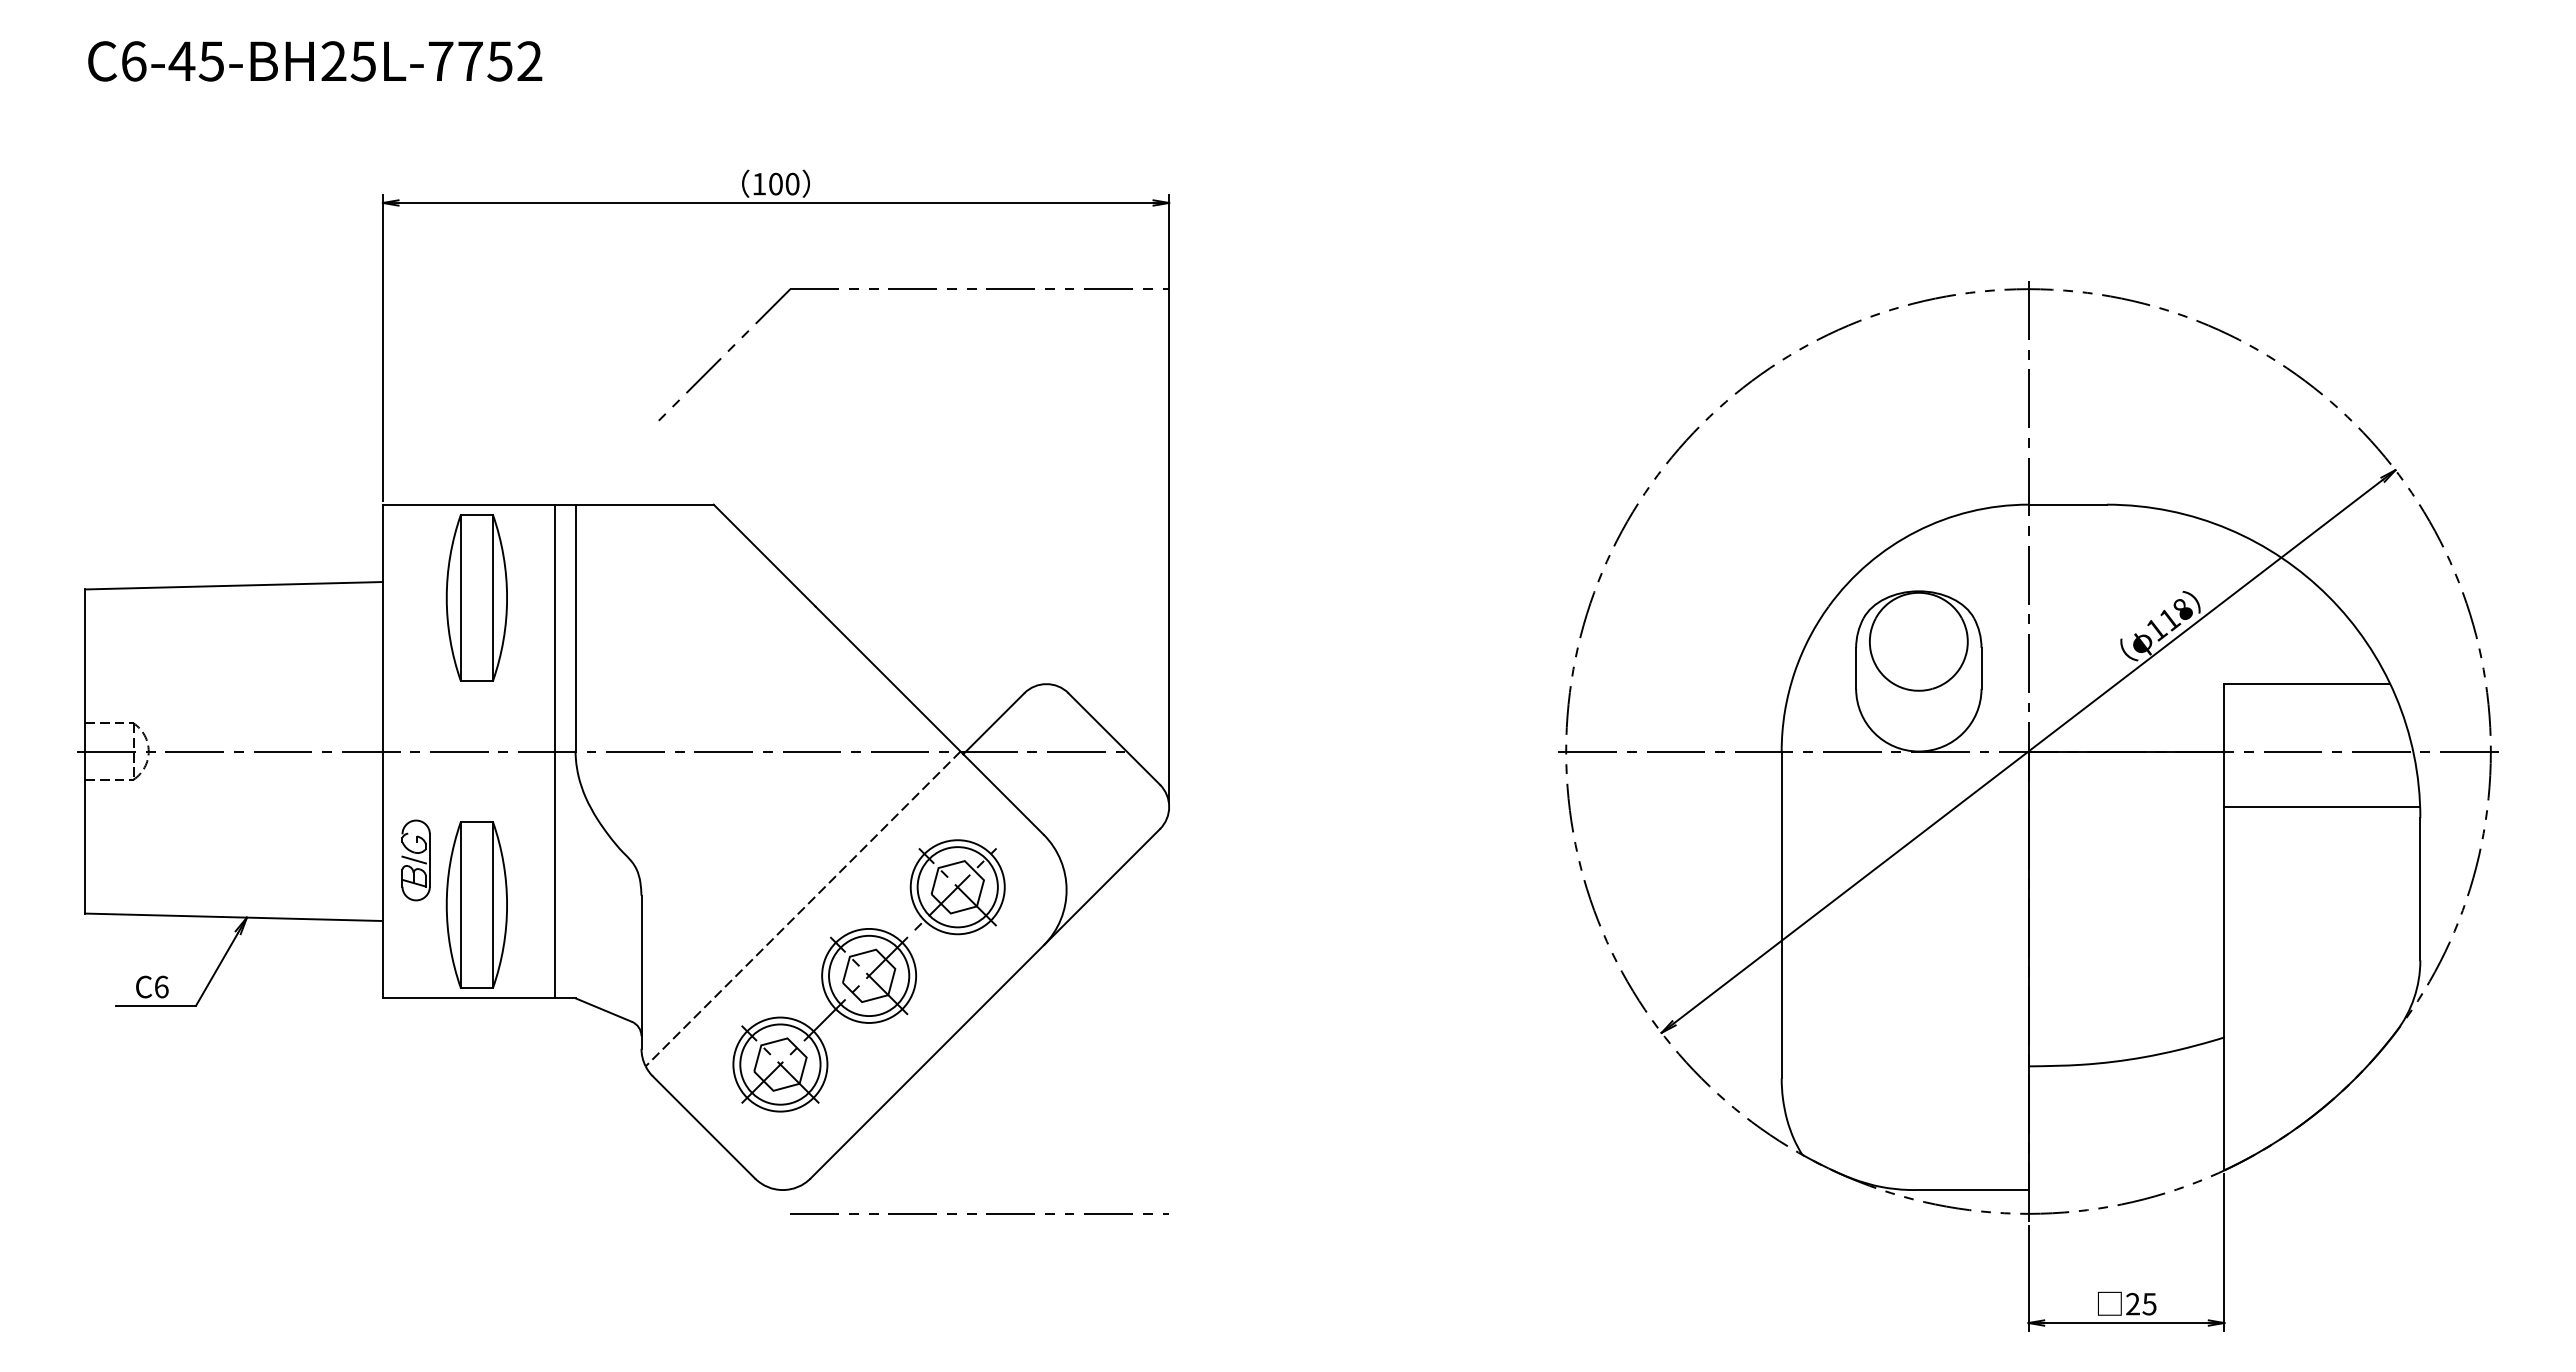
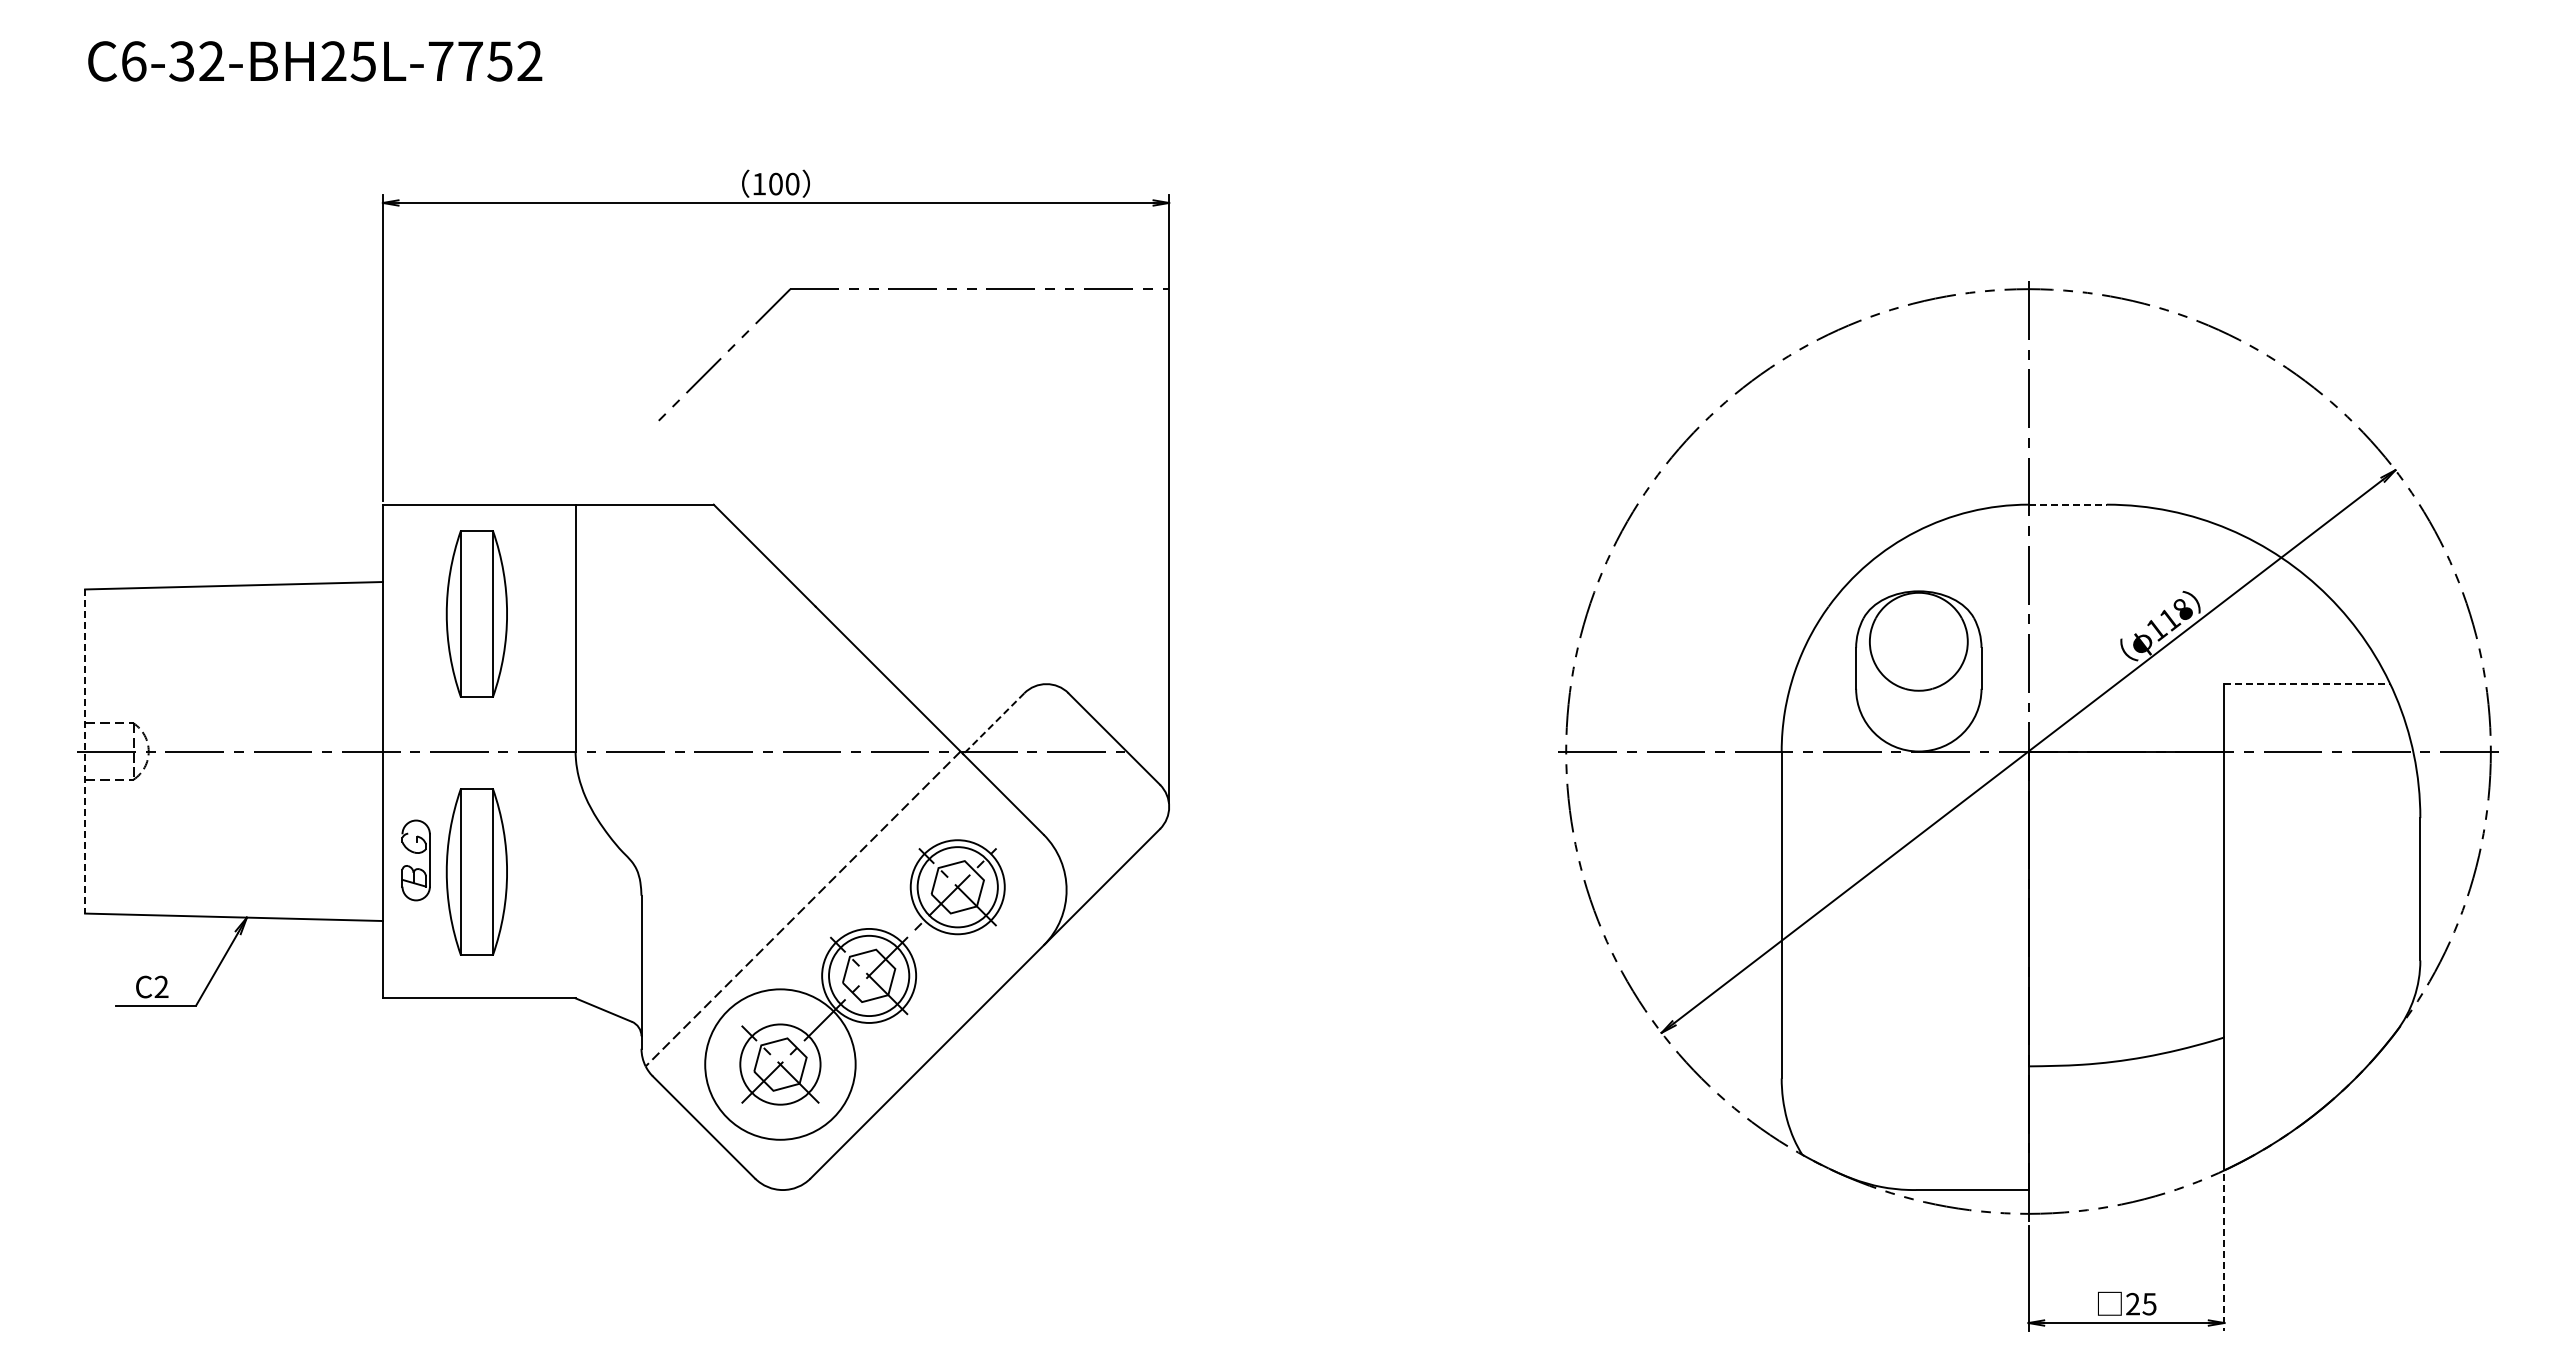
text at (196, 61): C6-45-BH25L-7752 -> C6-32-BH25L-7752
line at (2068, 504): solid -> dashed
part at (476, 597) position: (476, 597) -> (476, 613)
line at (2307, 684): solid -> dashed
line at (993, 724): solid -> dashed
line at (555, 751): present -> none
line at (85, 752): solid -> dashed
line at (2322, 806): present -> none
line at (413, 859): present -> none
part at (476, 904) position: (476, 904) -> (476, 871)
text at (161, 986): C6 -> C2
circle at (780, 1064) diameter: 94 px -> 150 px
line at (976, 1213): present -> none
line at (2224, 1253): solid -> dashed
